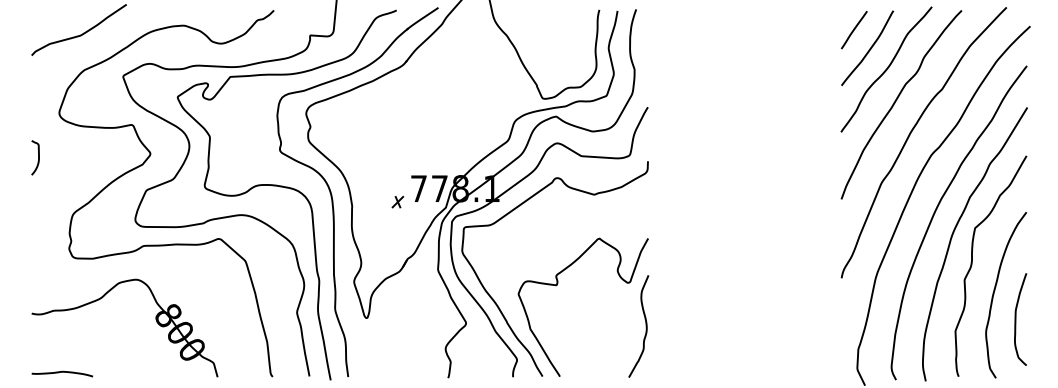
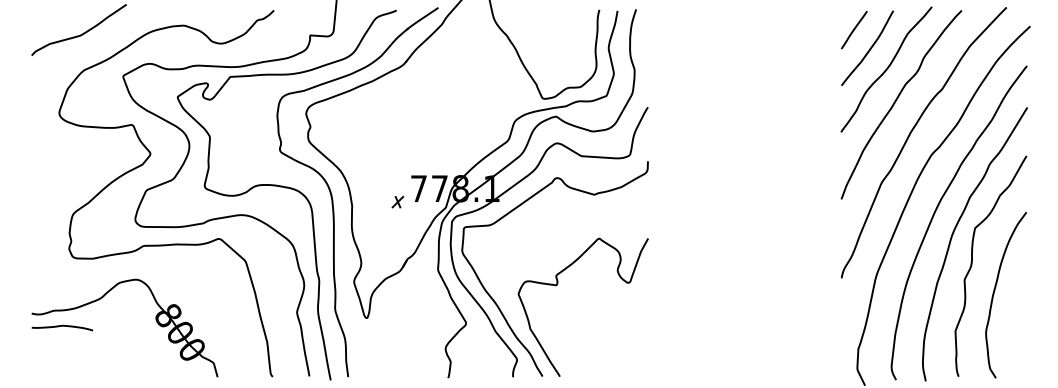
curve at (38, 157): present -> none
curve at (1016, 319): present -> none
curve at (645, 326): present -> none
curve at (62, 372) position: (62, 372) -> (62, 326)
